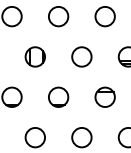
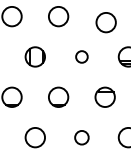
circle at (104, 16) position: (104, 16) -> (105, 22)
circle at (81, 56) size: 22x22 px -> 14x14 px
circle at (81, 137) size: 22x22 px -> 16x16 px
